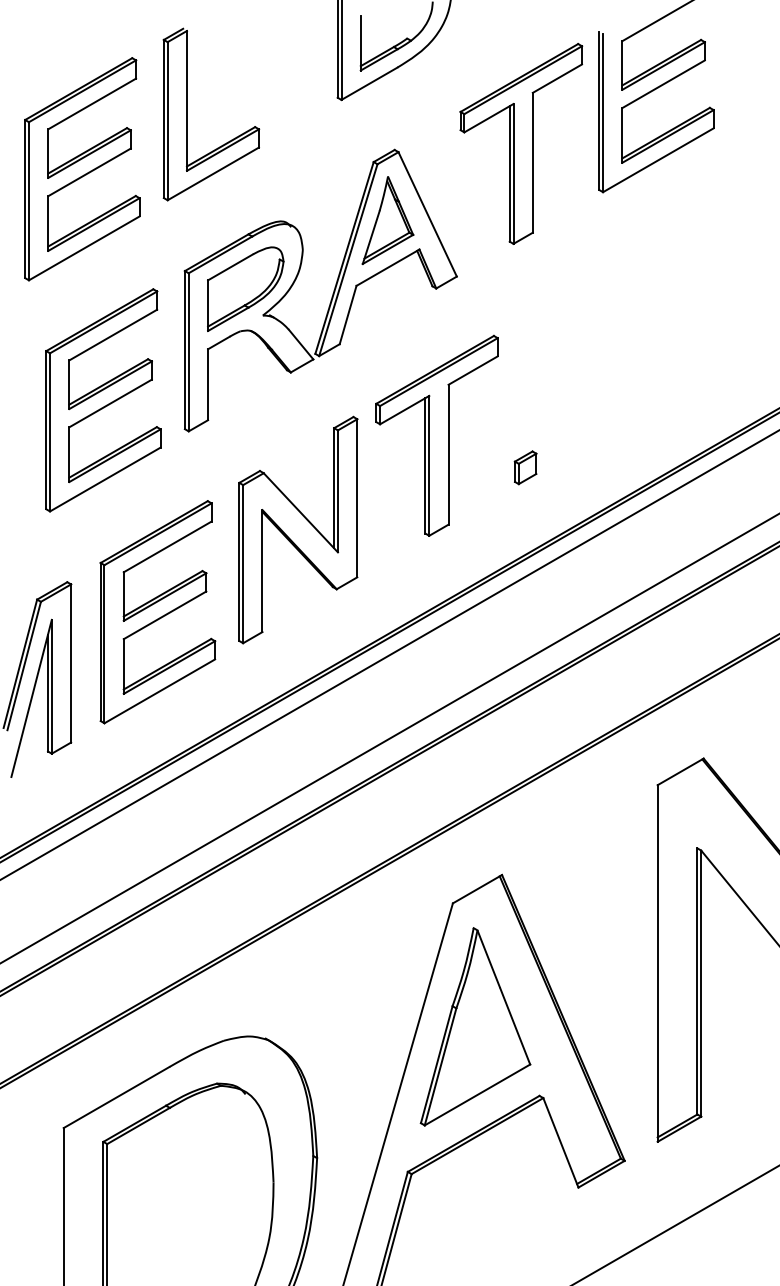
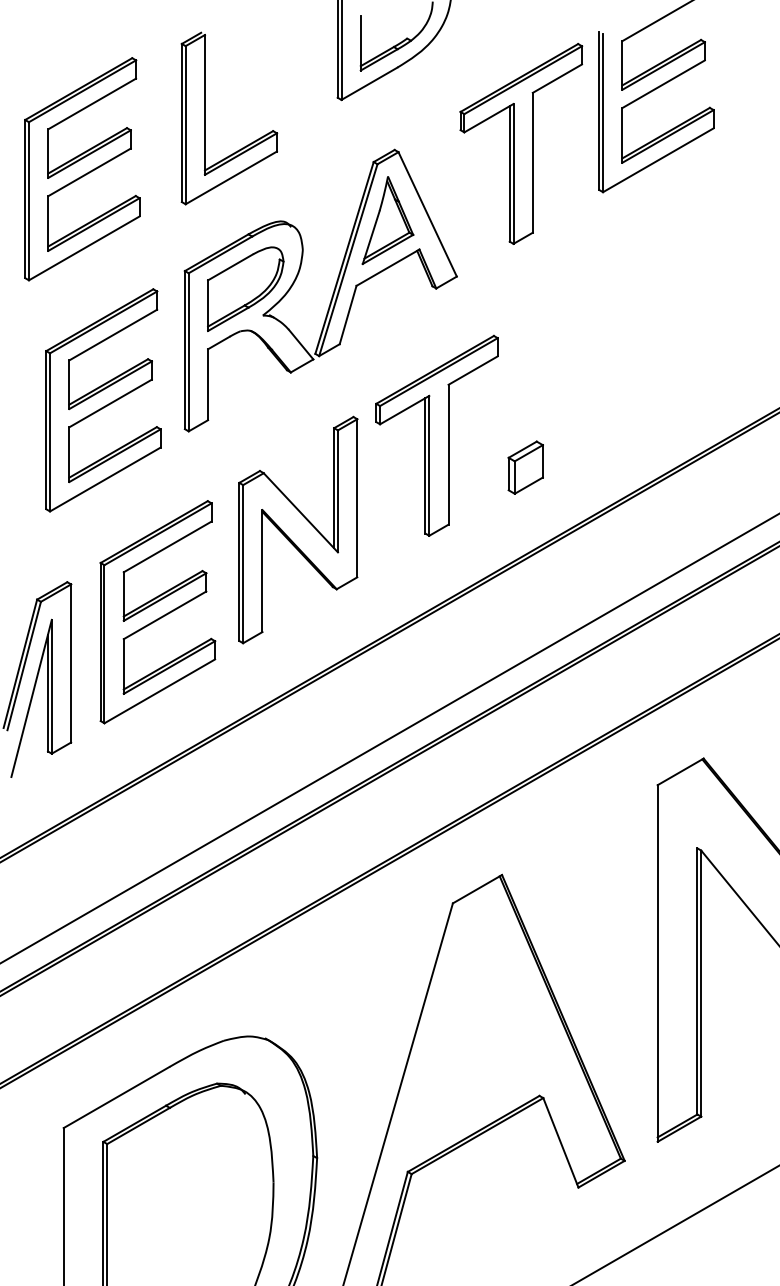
part at (187, 114) position: (187, 114) -> (205, 118)
part at (525, 467) size: 25x36 px -> 37x55 px
line at (389, 655): present -> none
part at (475, 1026): present -> none
